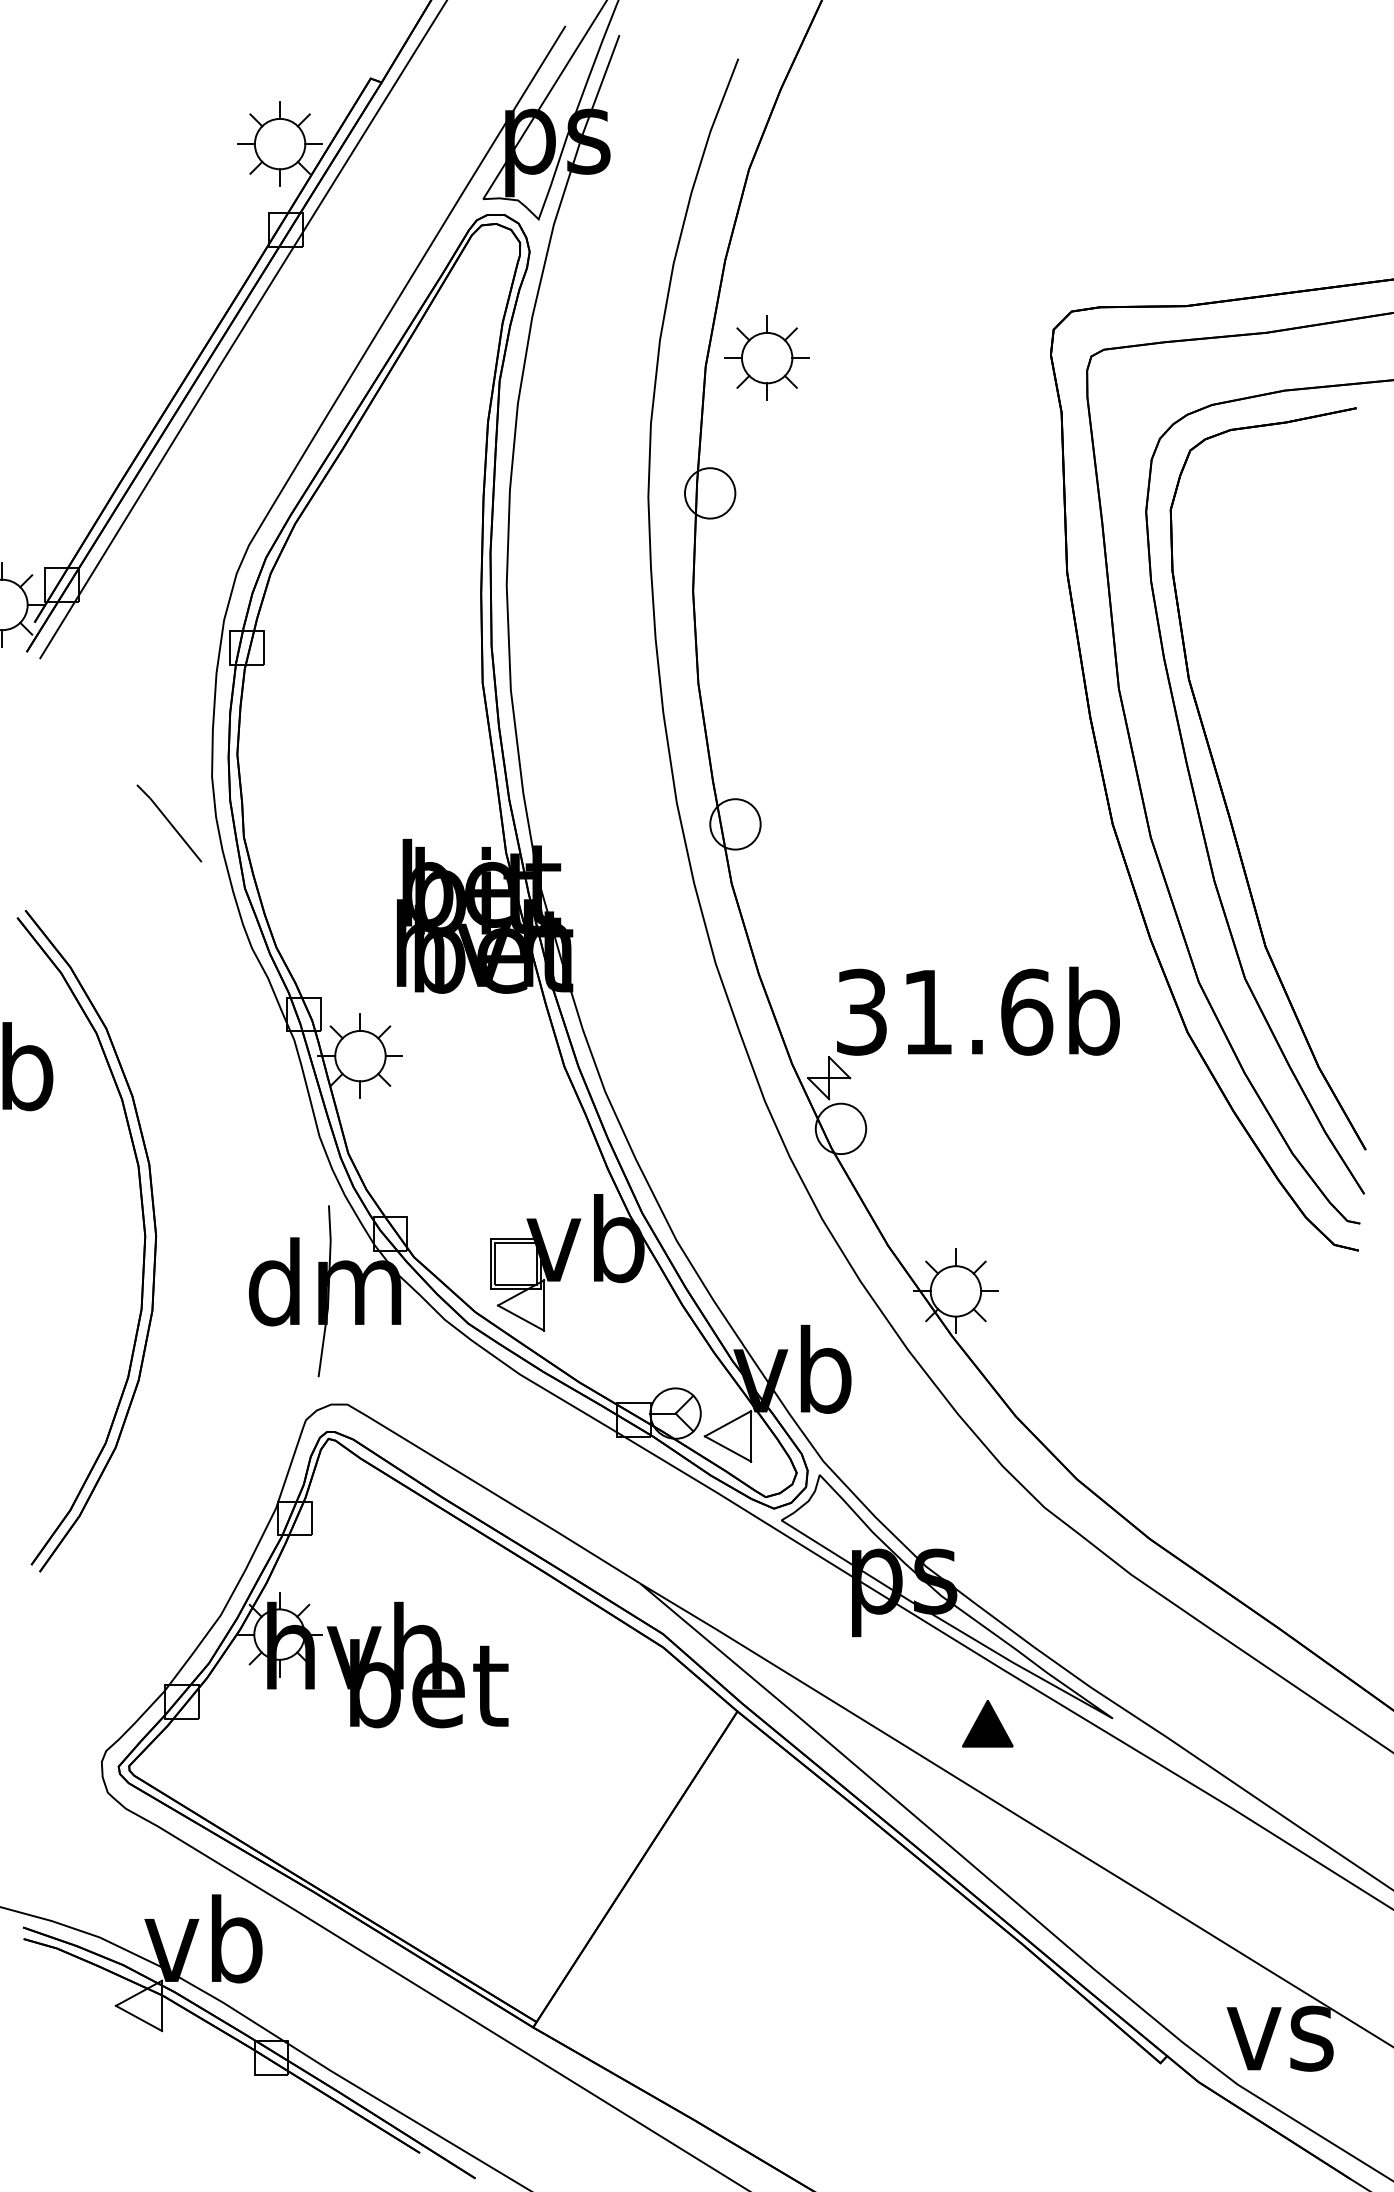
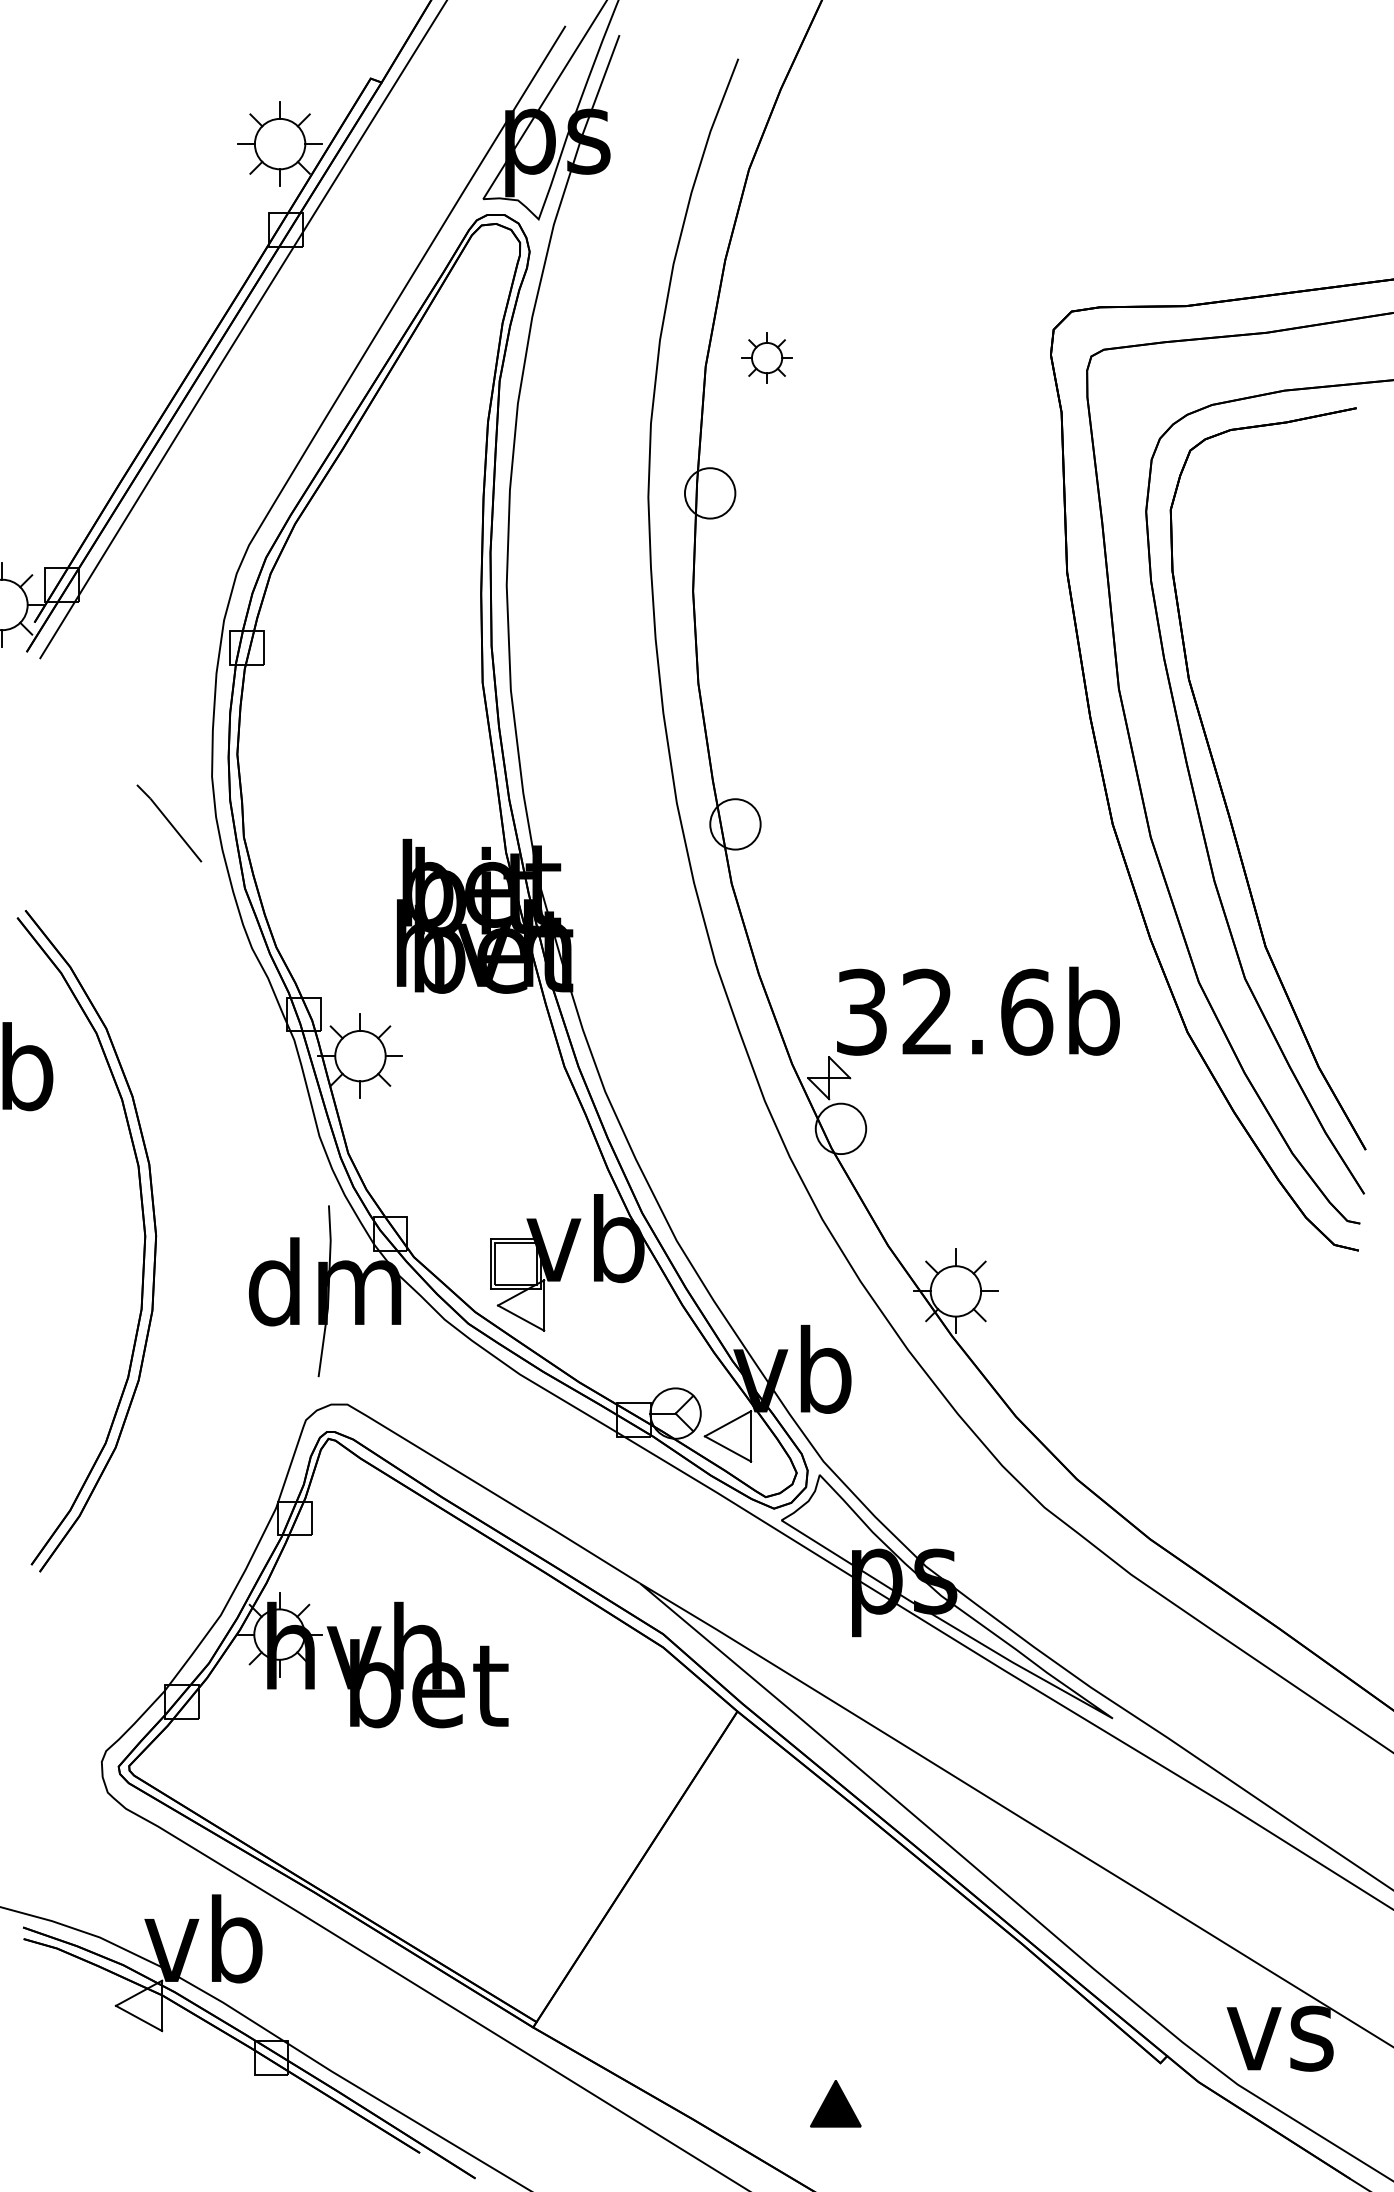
part at (766, 357) size: 86x86 px -> 52x52 px
text at (926, 1011): 31.6b -> 32.6b
part at (987, 1723) position: (987, 1723) -> (835, 2103)
